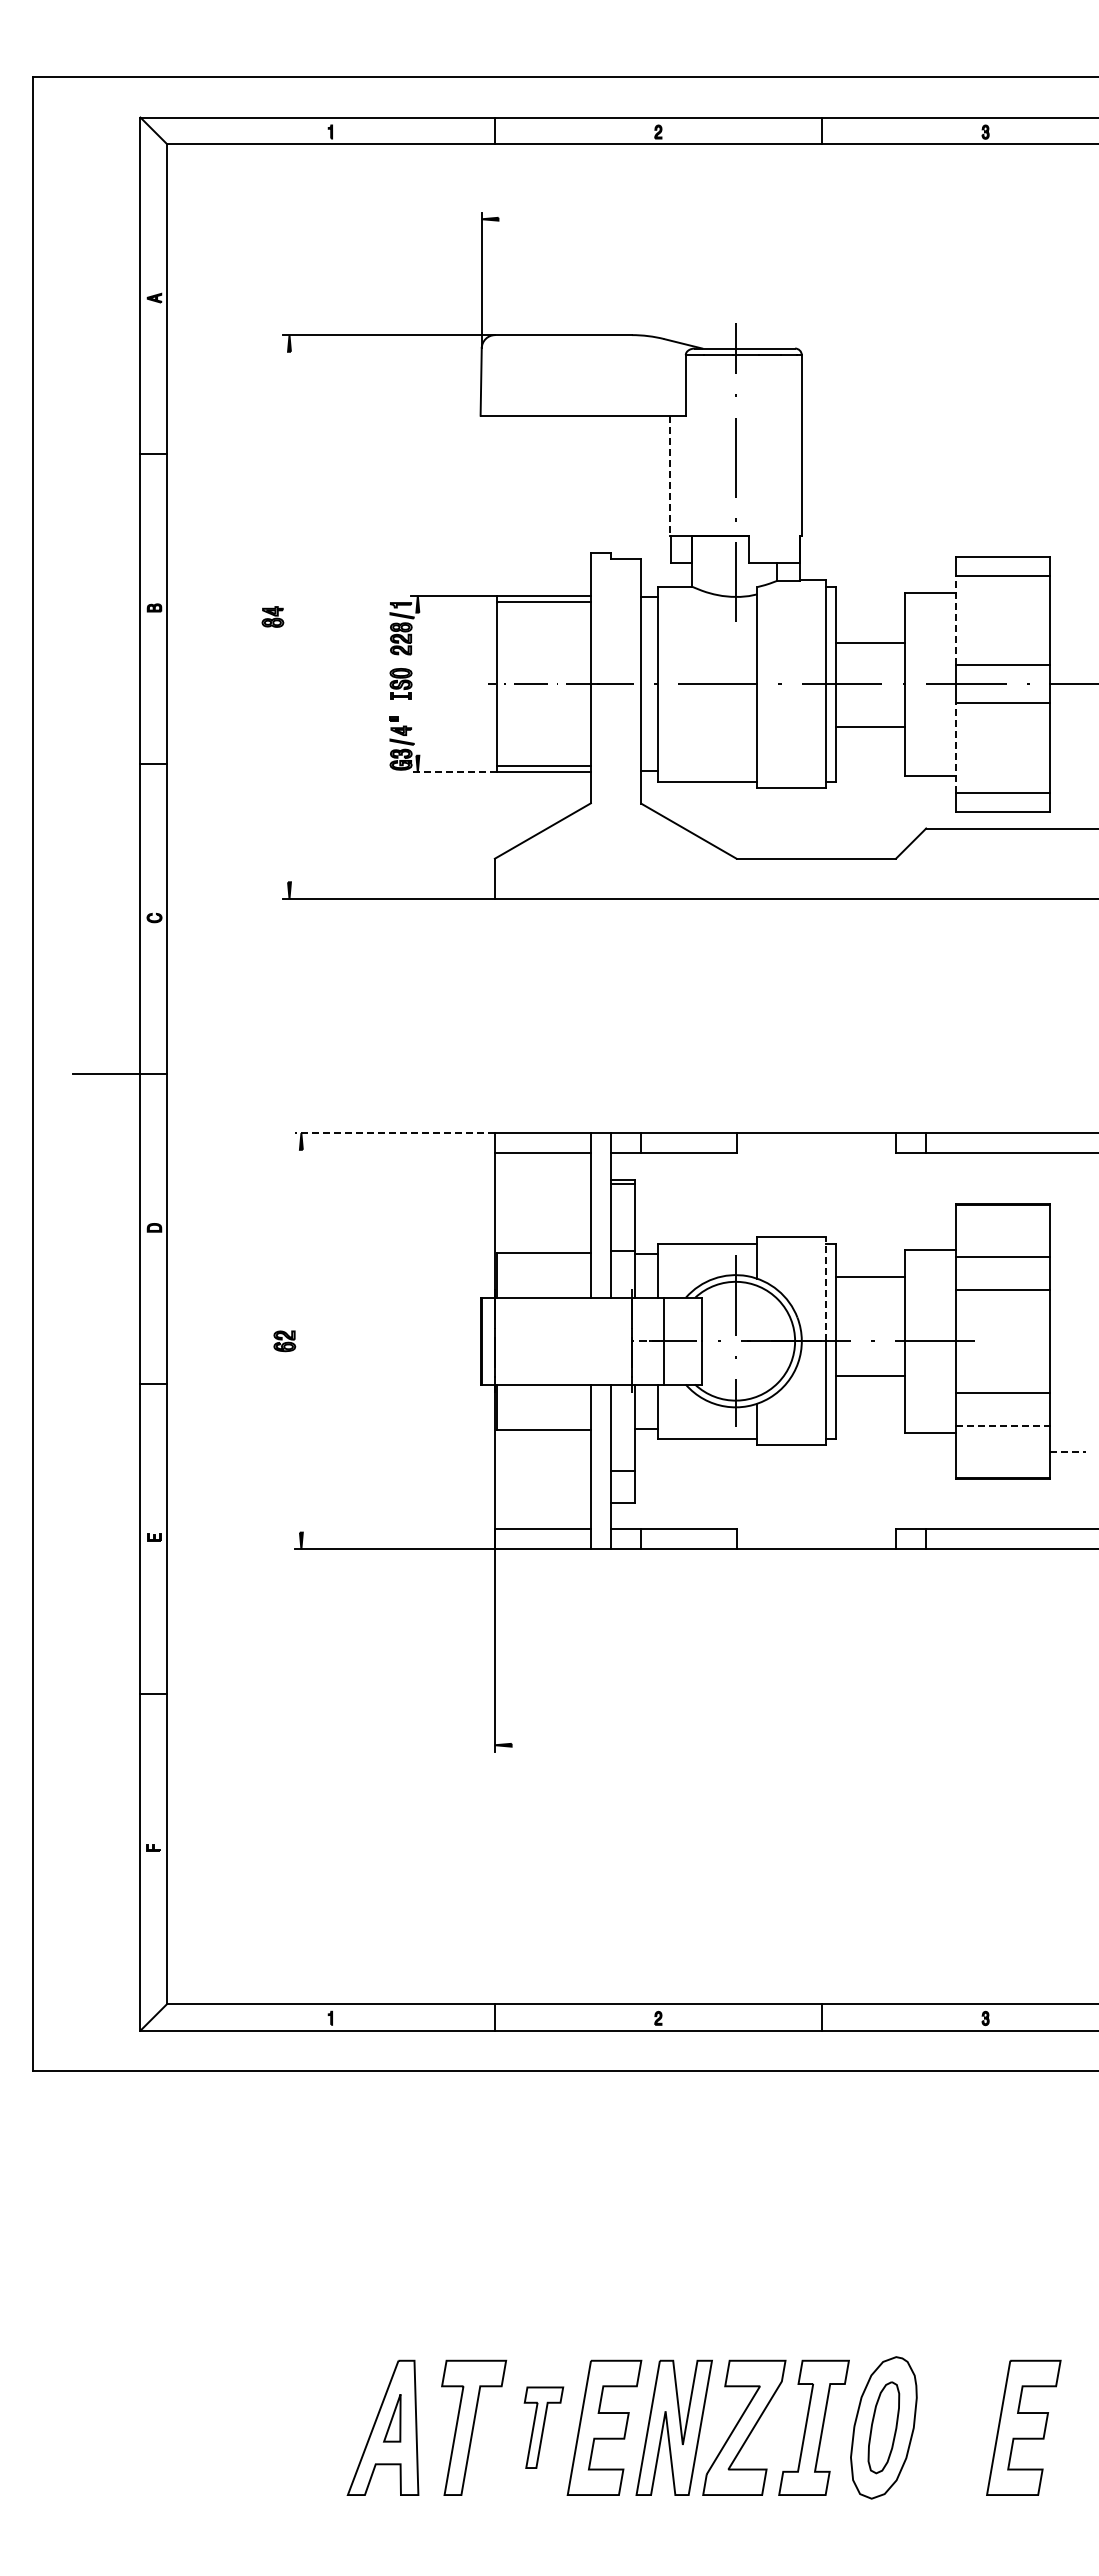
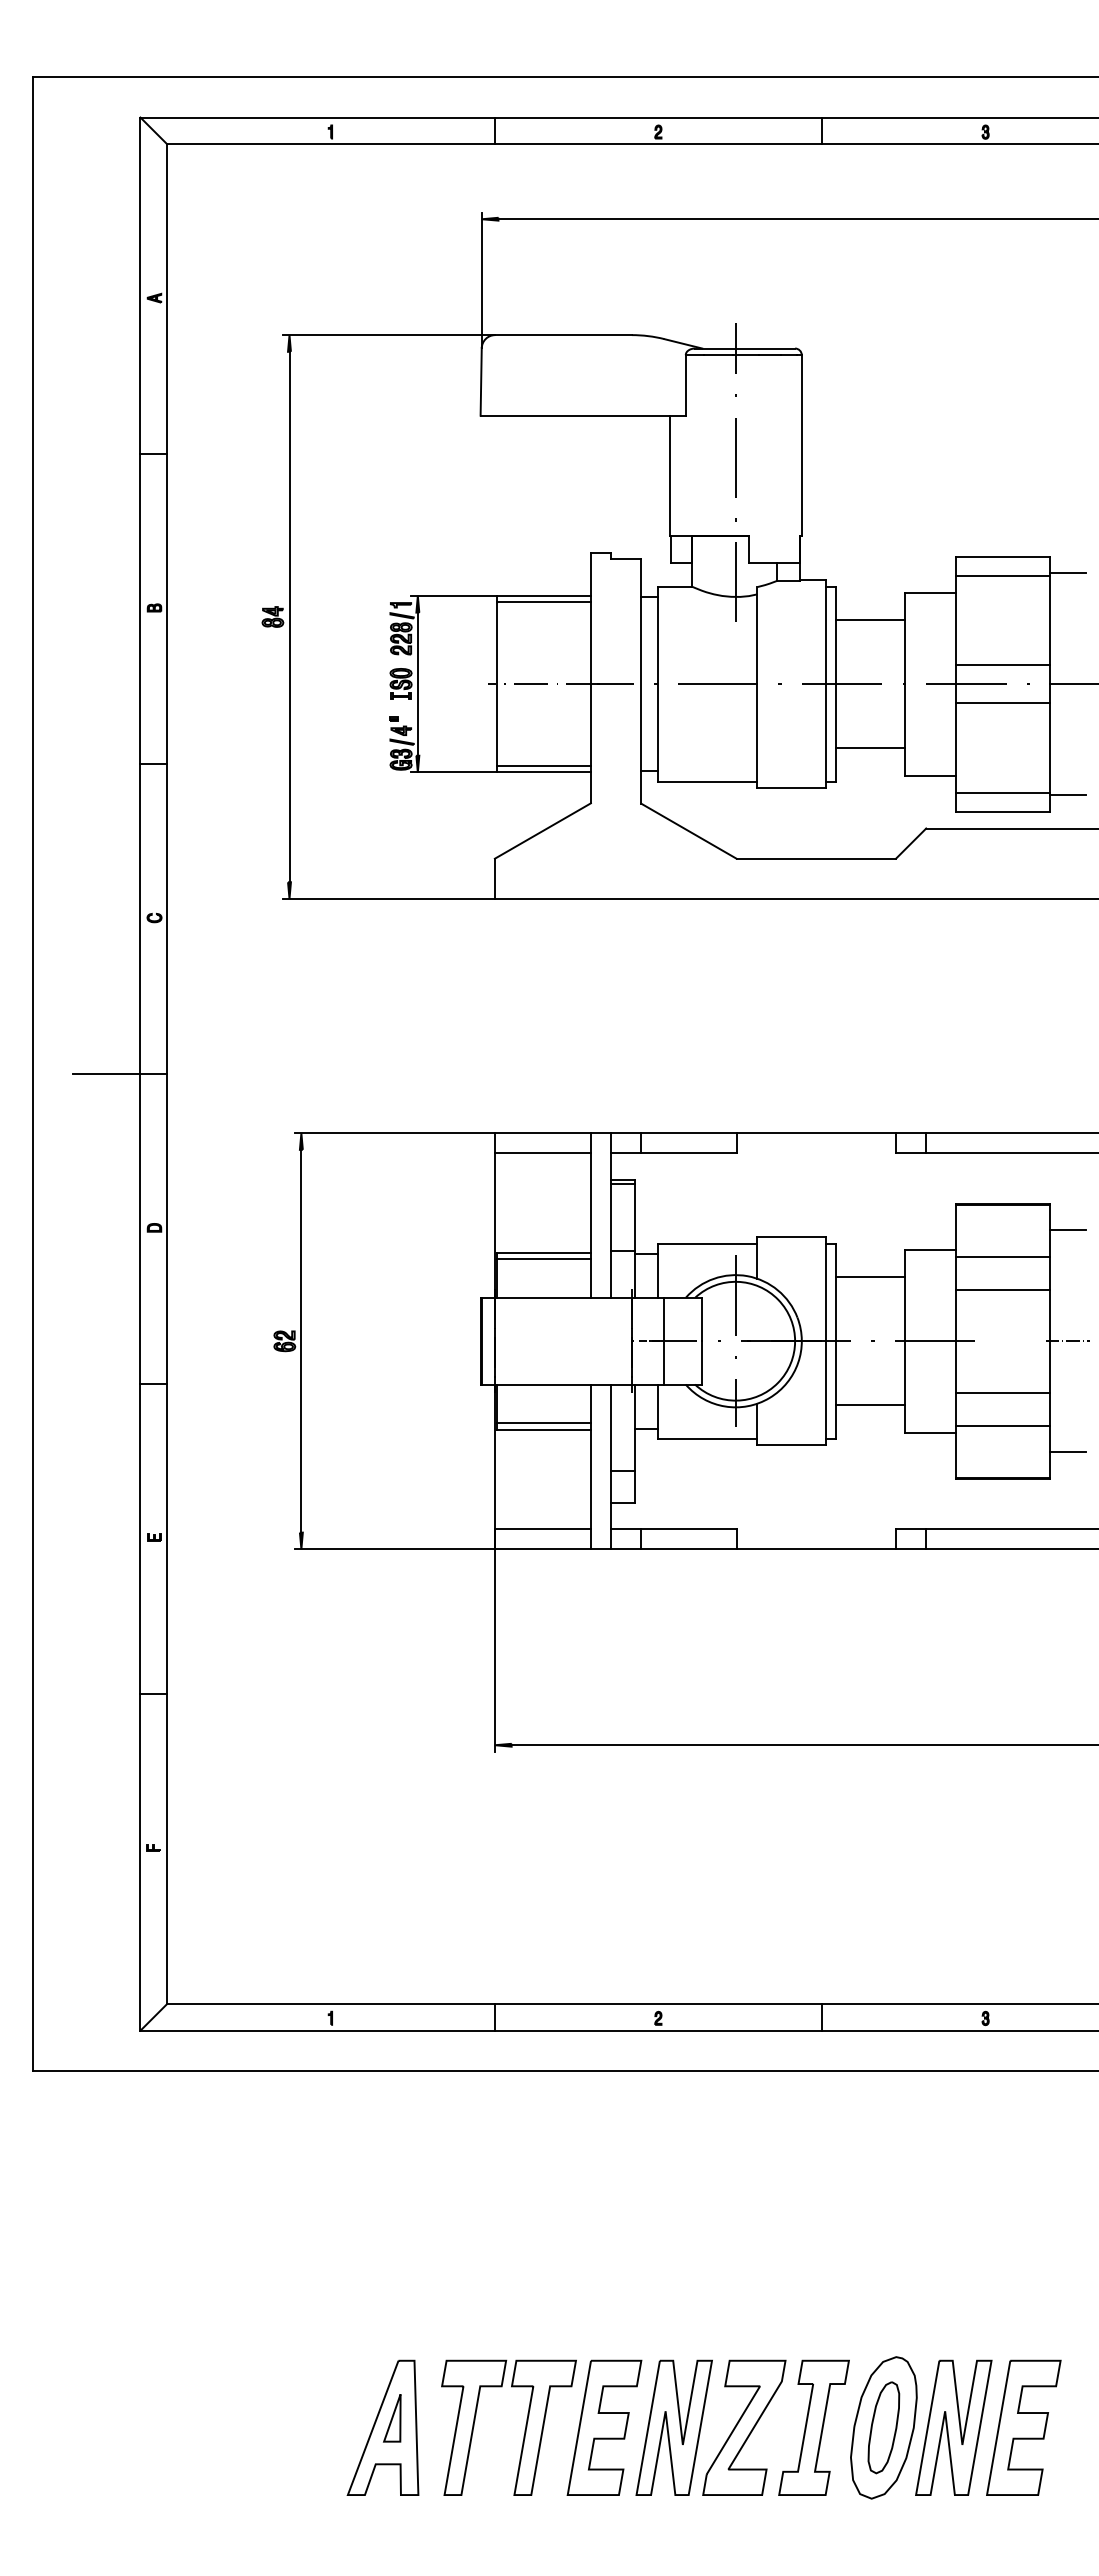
line at (796, 219): none -> present
line at (669, 476): dashed -> solid
line at (1067, 573): none -> present
line at (289, 616): none -> present
line at (955, 620): dashed -> solid
line at (870, 643) position: (870, 643) -> (870, 620)
line at (417, 683): none -> present
line at (870, 726) position: (870, 726) -> (870, 747)
line at (955, 747): dashed -> solid
line at (454, 772): dashed -> solid
line at (1067, 795): none -> present
line at (394, 1133): dashed -> solid
line at (1067, 1230): none -> present
line at (543, 1259): none -> present
line at (825, 1288): dashed -> solid
line at (301, 1340): none -> present
line at (1067, 1341): none -> present
line at (870, 1376) position: (870, 1376) -> (870, 1405)
line at (543, 1423): none -> present
line at (1002, 1425): dashed -> solid
line at (1068, 1452): dashed -> solid
line at (803, 1745): none -> present
part at (543, 2427) size: 42x83 px -> 66x137 px
part at (953, 2427): none -> present
